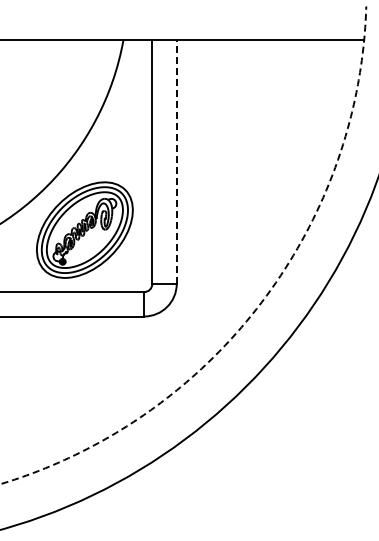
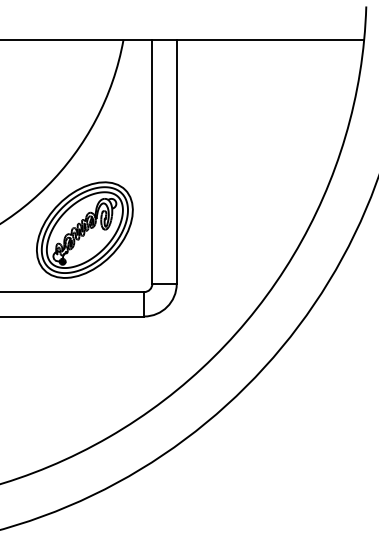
line at (176, 161): dashed -> solid
arc at (260, 303): dashed -> solid
